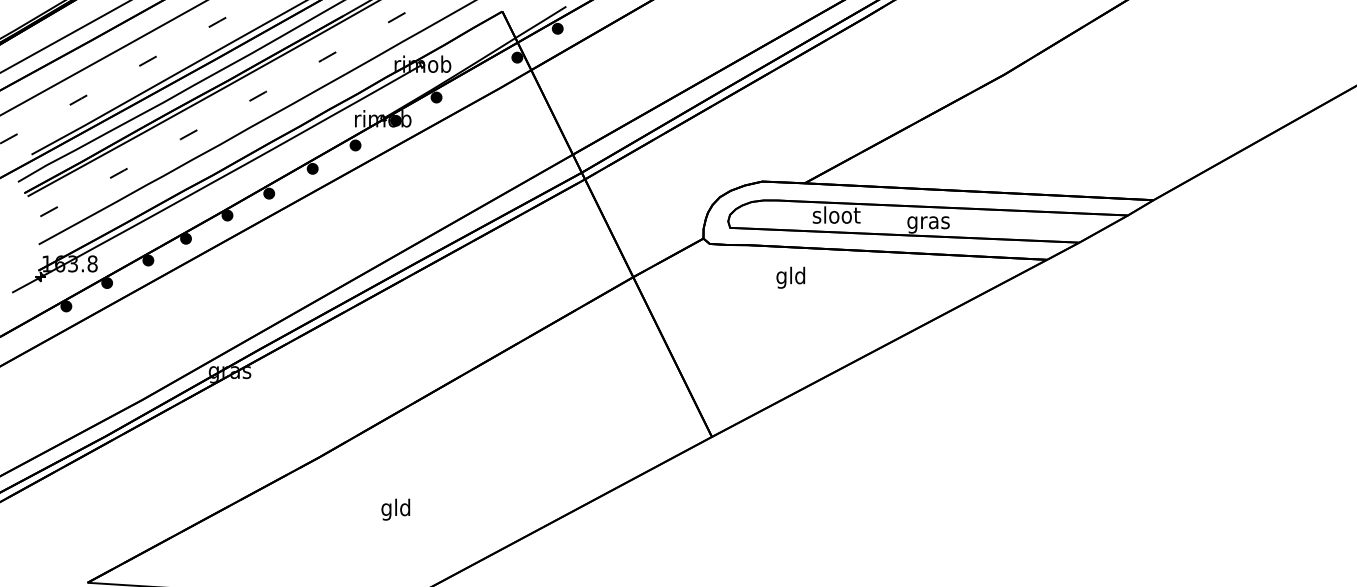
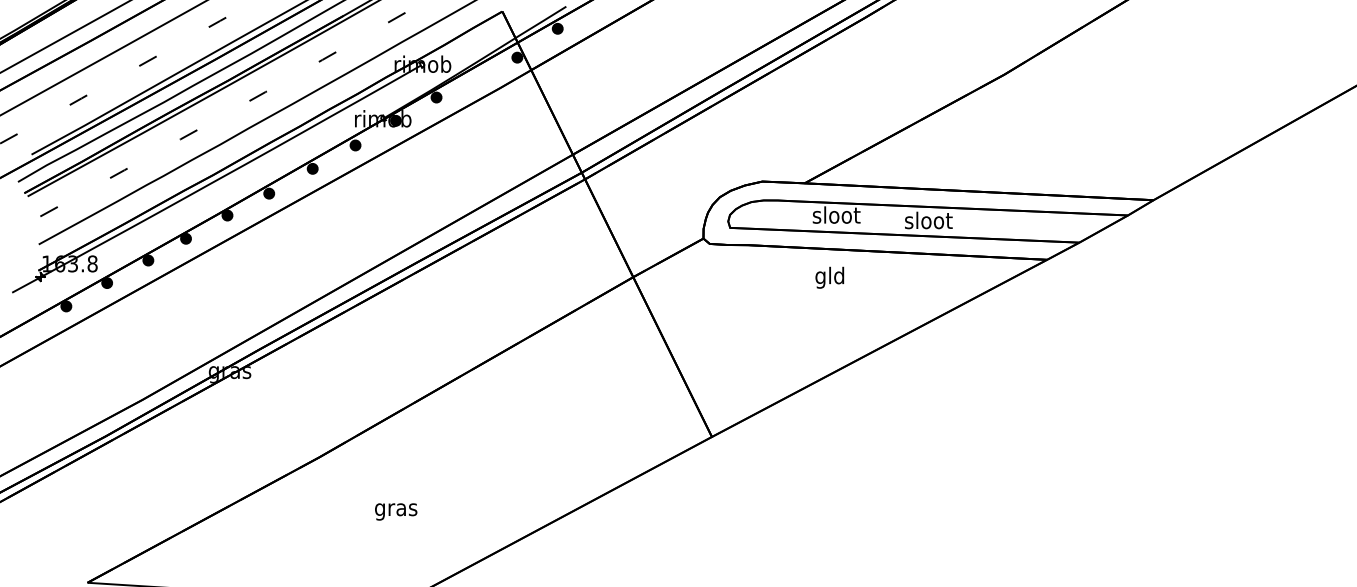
text at (928, 222): gras -> sloot
text at (790, 277) position: (790, 277) -> (829, 277)
text at (396, 509): gld -> gras
